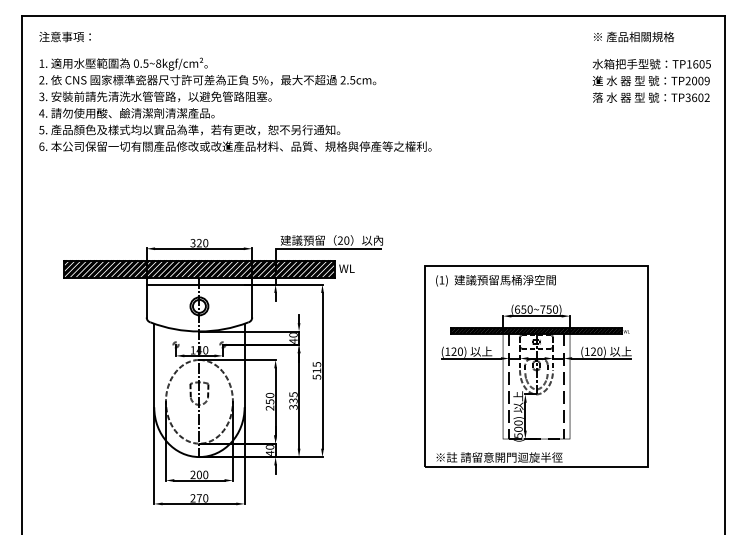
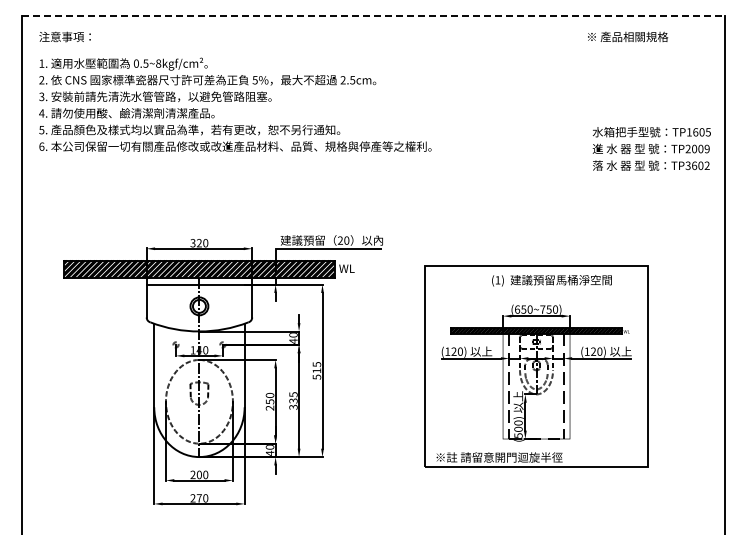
line at (373, 16): solid -> dashed
text at (634, 36) position: (634, 36) -> (628, 36)
text at (651, 80) position: (651, 80) -> (651, 148)
text at (495, 280) position: (495, 280) -> (551, 280)
